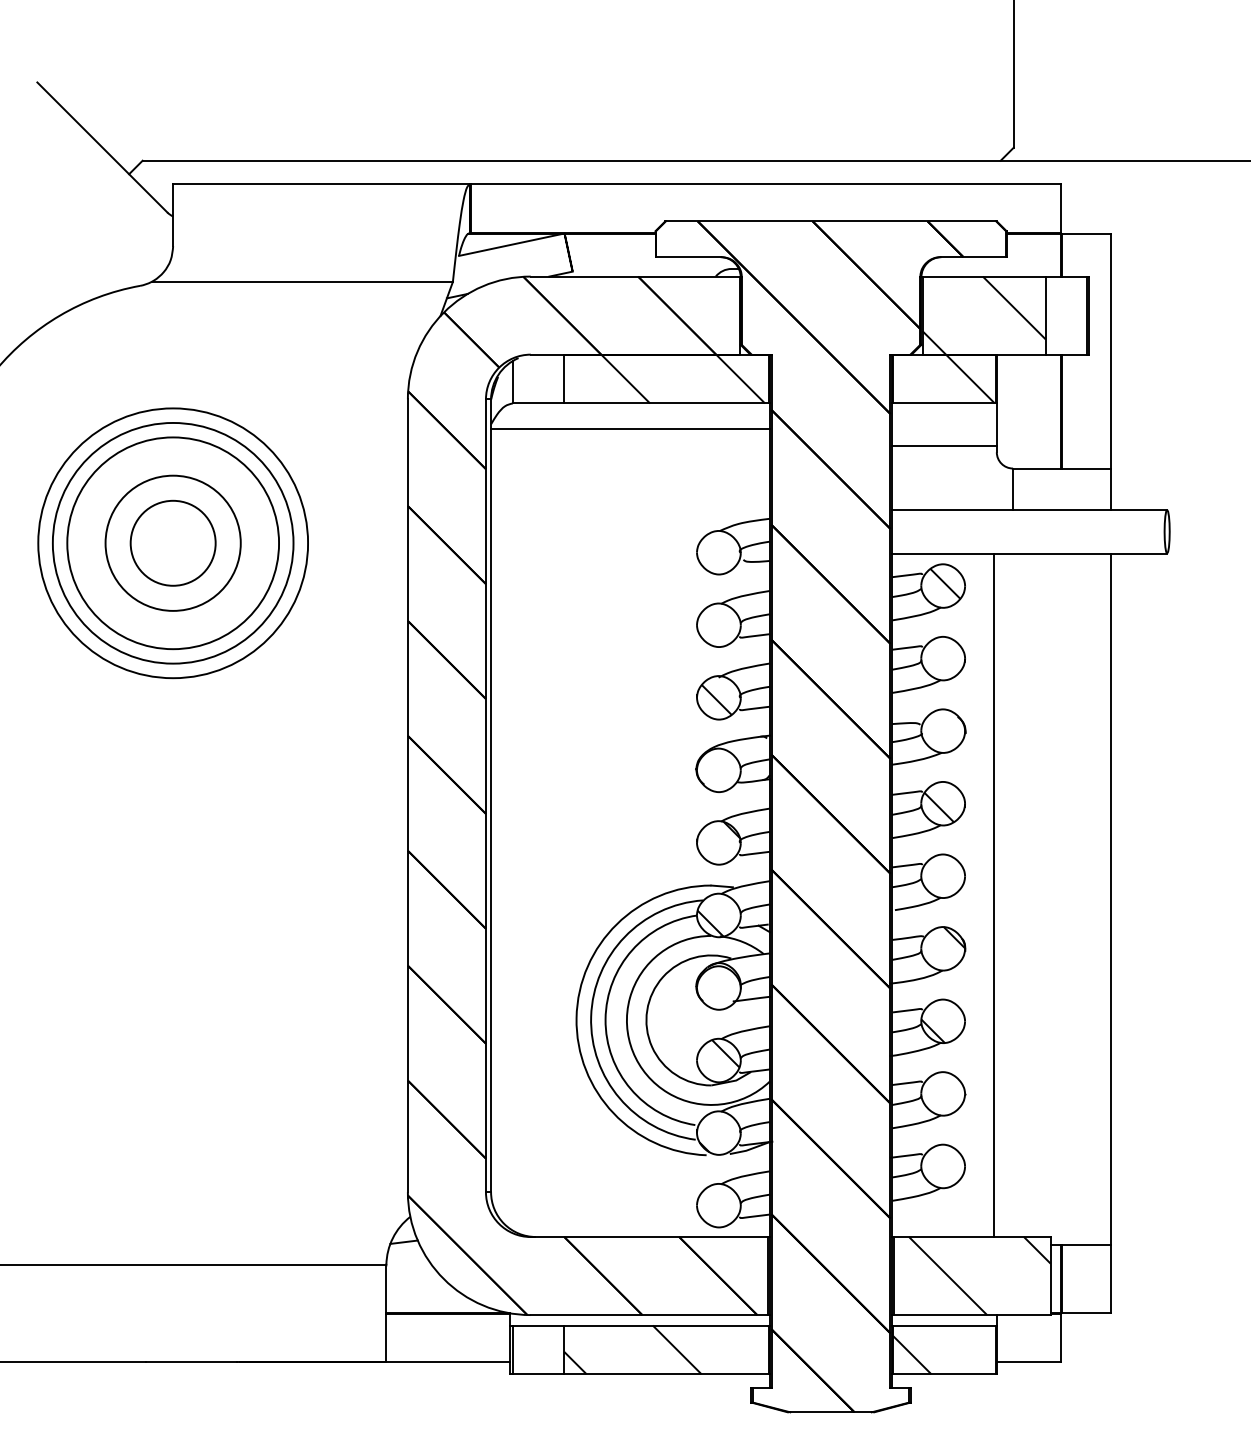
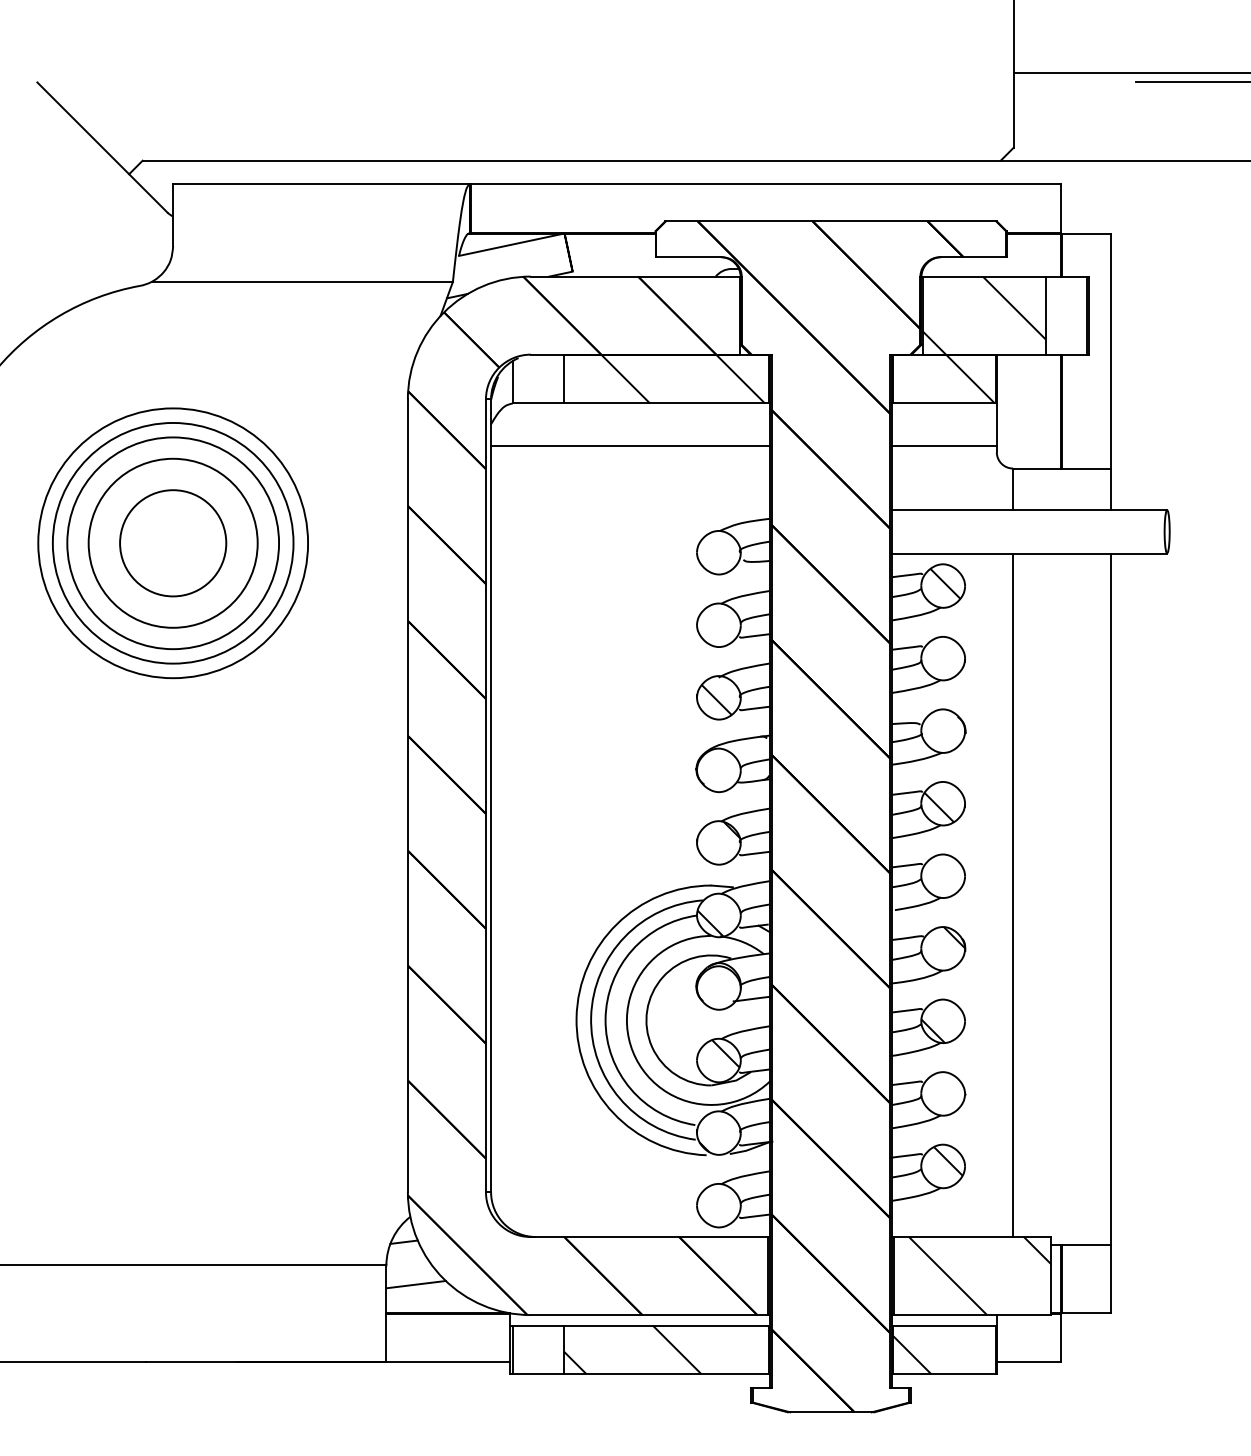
line at (1130, 72): none -> present
line at (1191, 81): none -> present
line at (630, 428) position: (630, 428) -> (630, 445)
circle at (172, 542) diameter: 135 px -> 169 px
circle at (172, 542) diameter: 85 px -> 106 px
line at (994, 895) position: (994, 895) -> (1013, 895)
hatch at (947, 1161): none -> present
line at (415, 1284): none -> present
